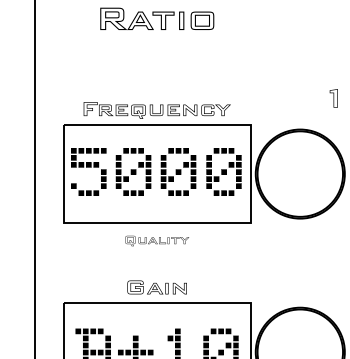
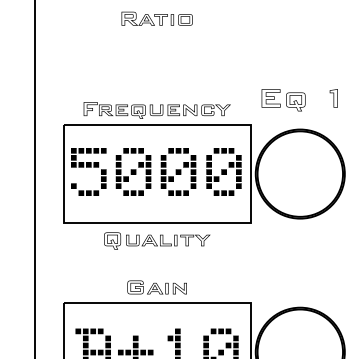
part at (157, 18) size: 115x23 px -> 72x15 px
part at (283, 100): none -> present
part at (156, 240) size: 64x12 px -> 107x18 px
